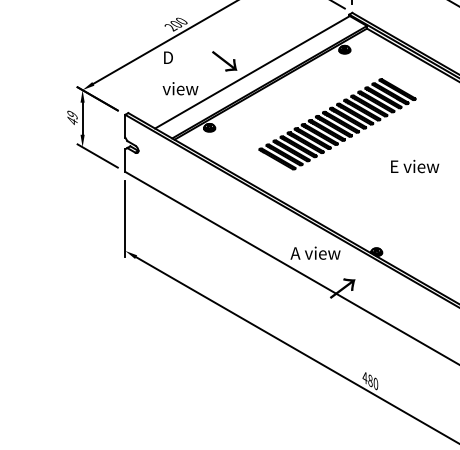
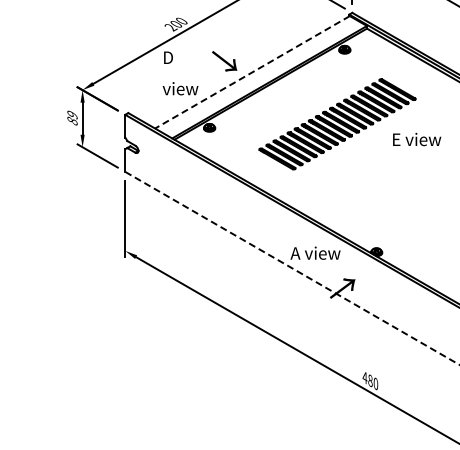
line at (252, 72): solid -> dashed
text at (72, 120): 49 -> 89
text at (415, 166) position: (415, 166) -> (417, 139)
line at (292, 268): solid -> dashed
